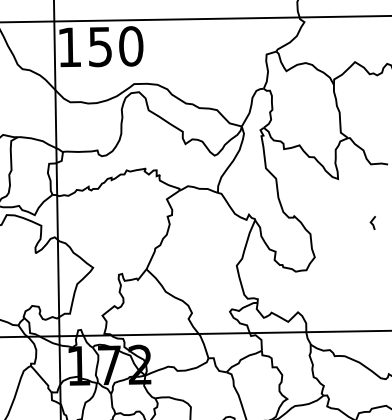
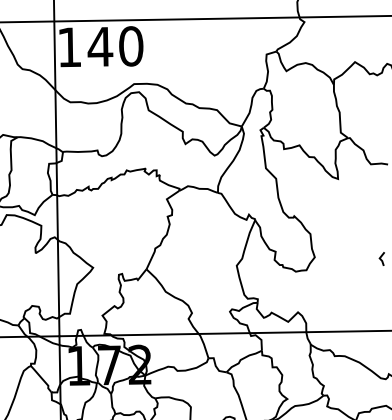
text at (100, 47): 150 -> 140
line at (372, 222) position: (372, 222) -> (381, 258)
